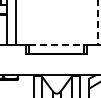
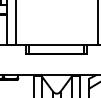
line at (97, 22): dashed -> solid
line at (57, 44): dashed -> solid
